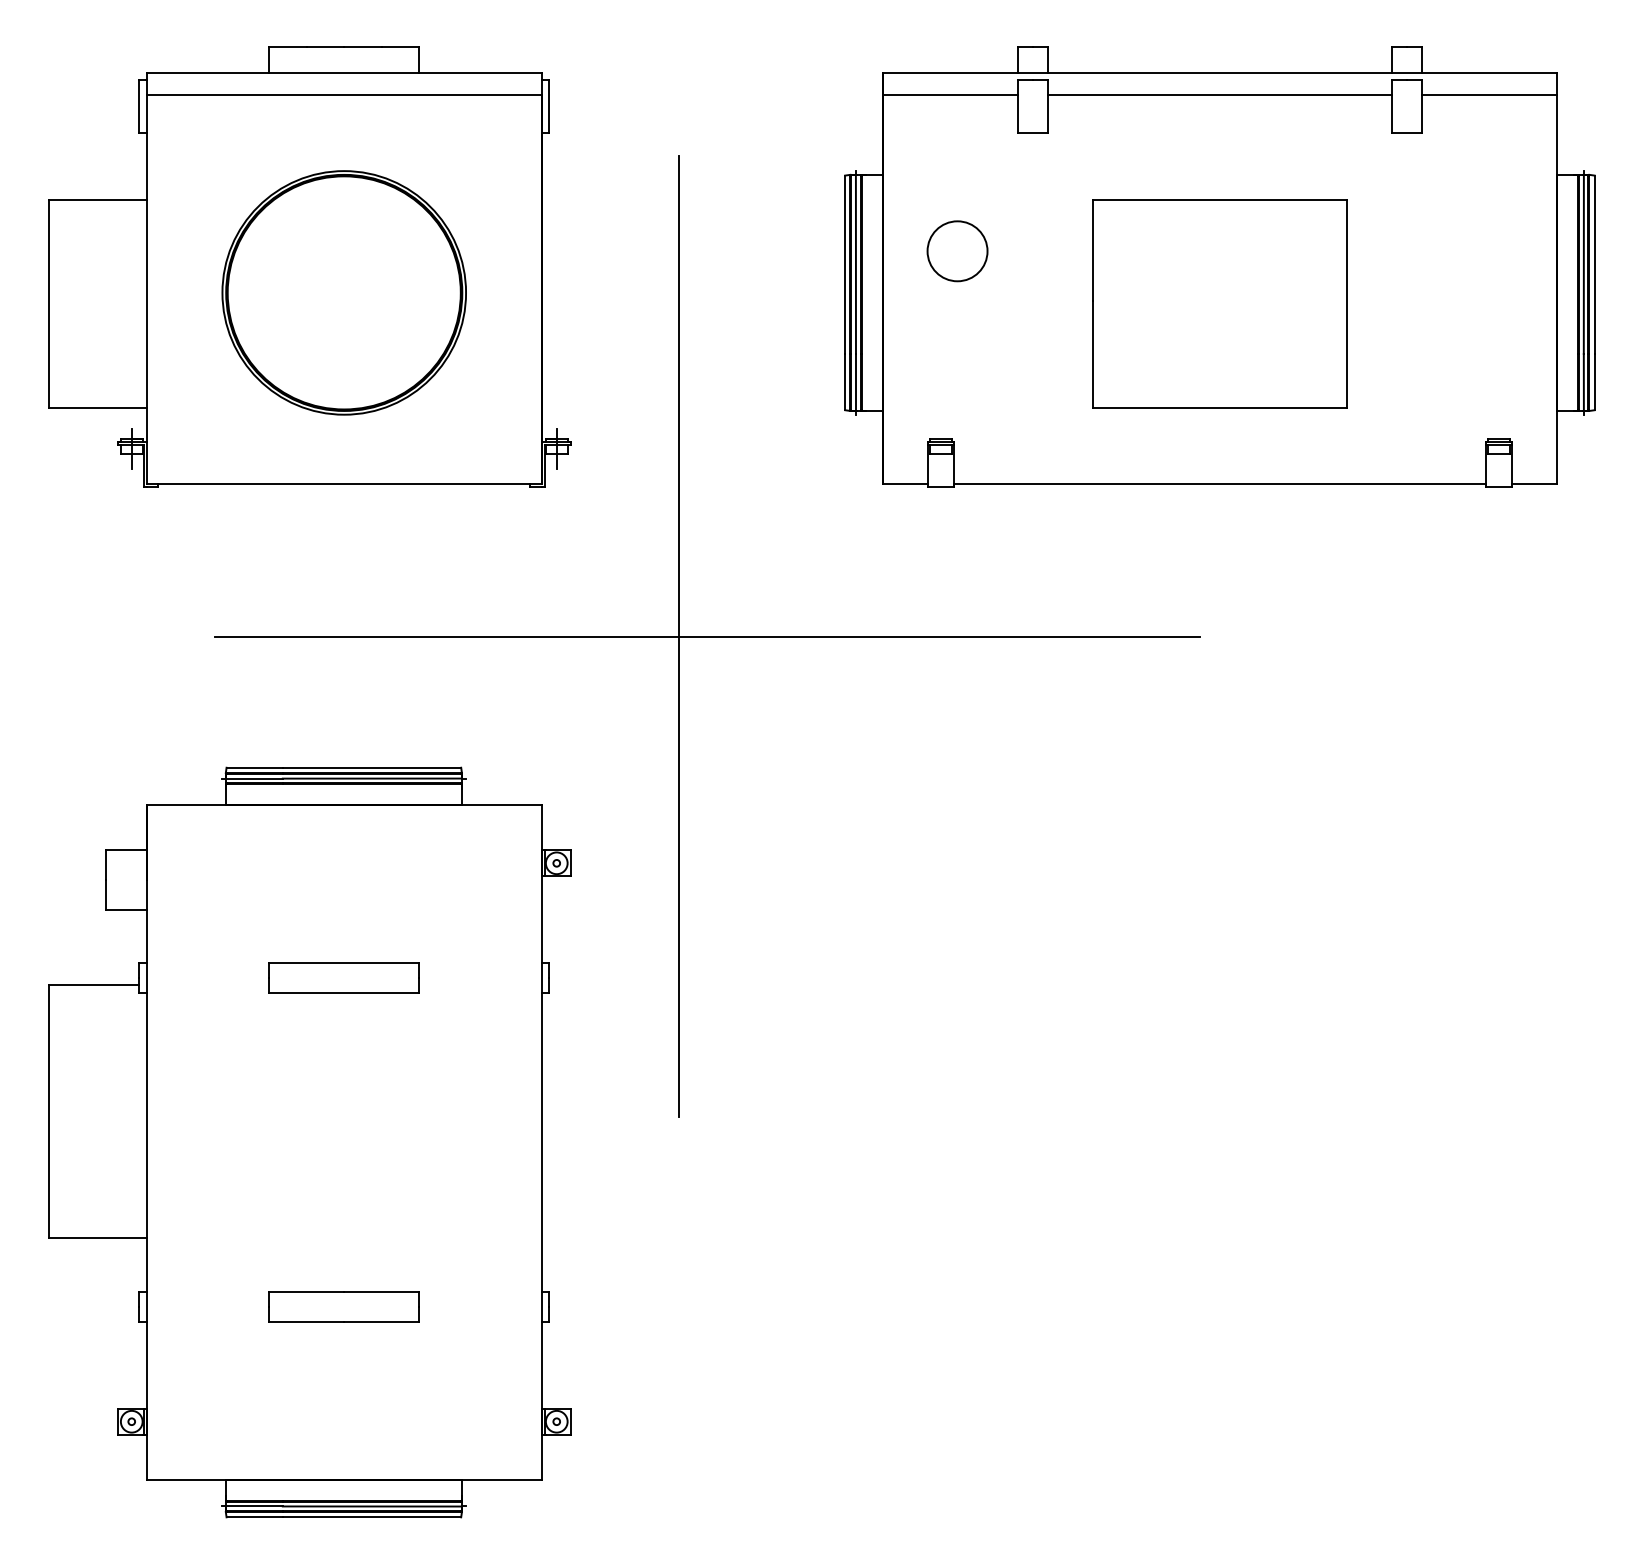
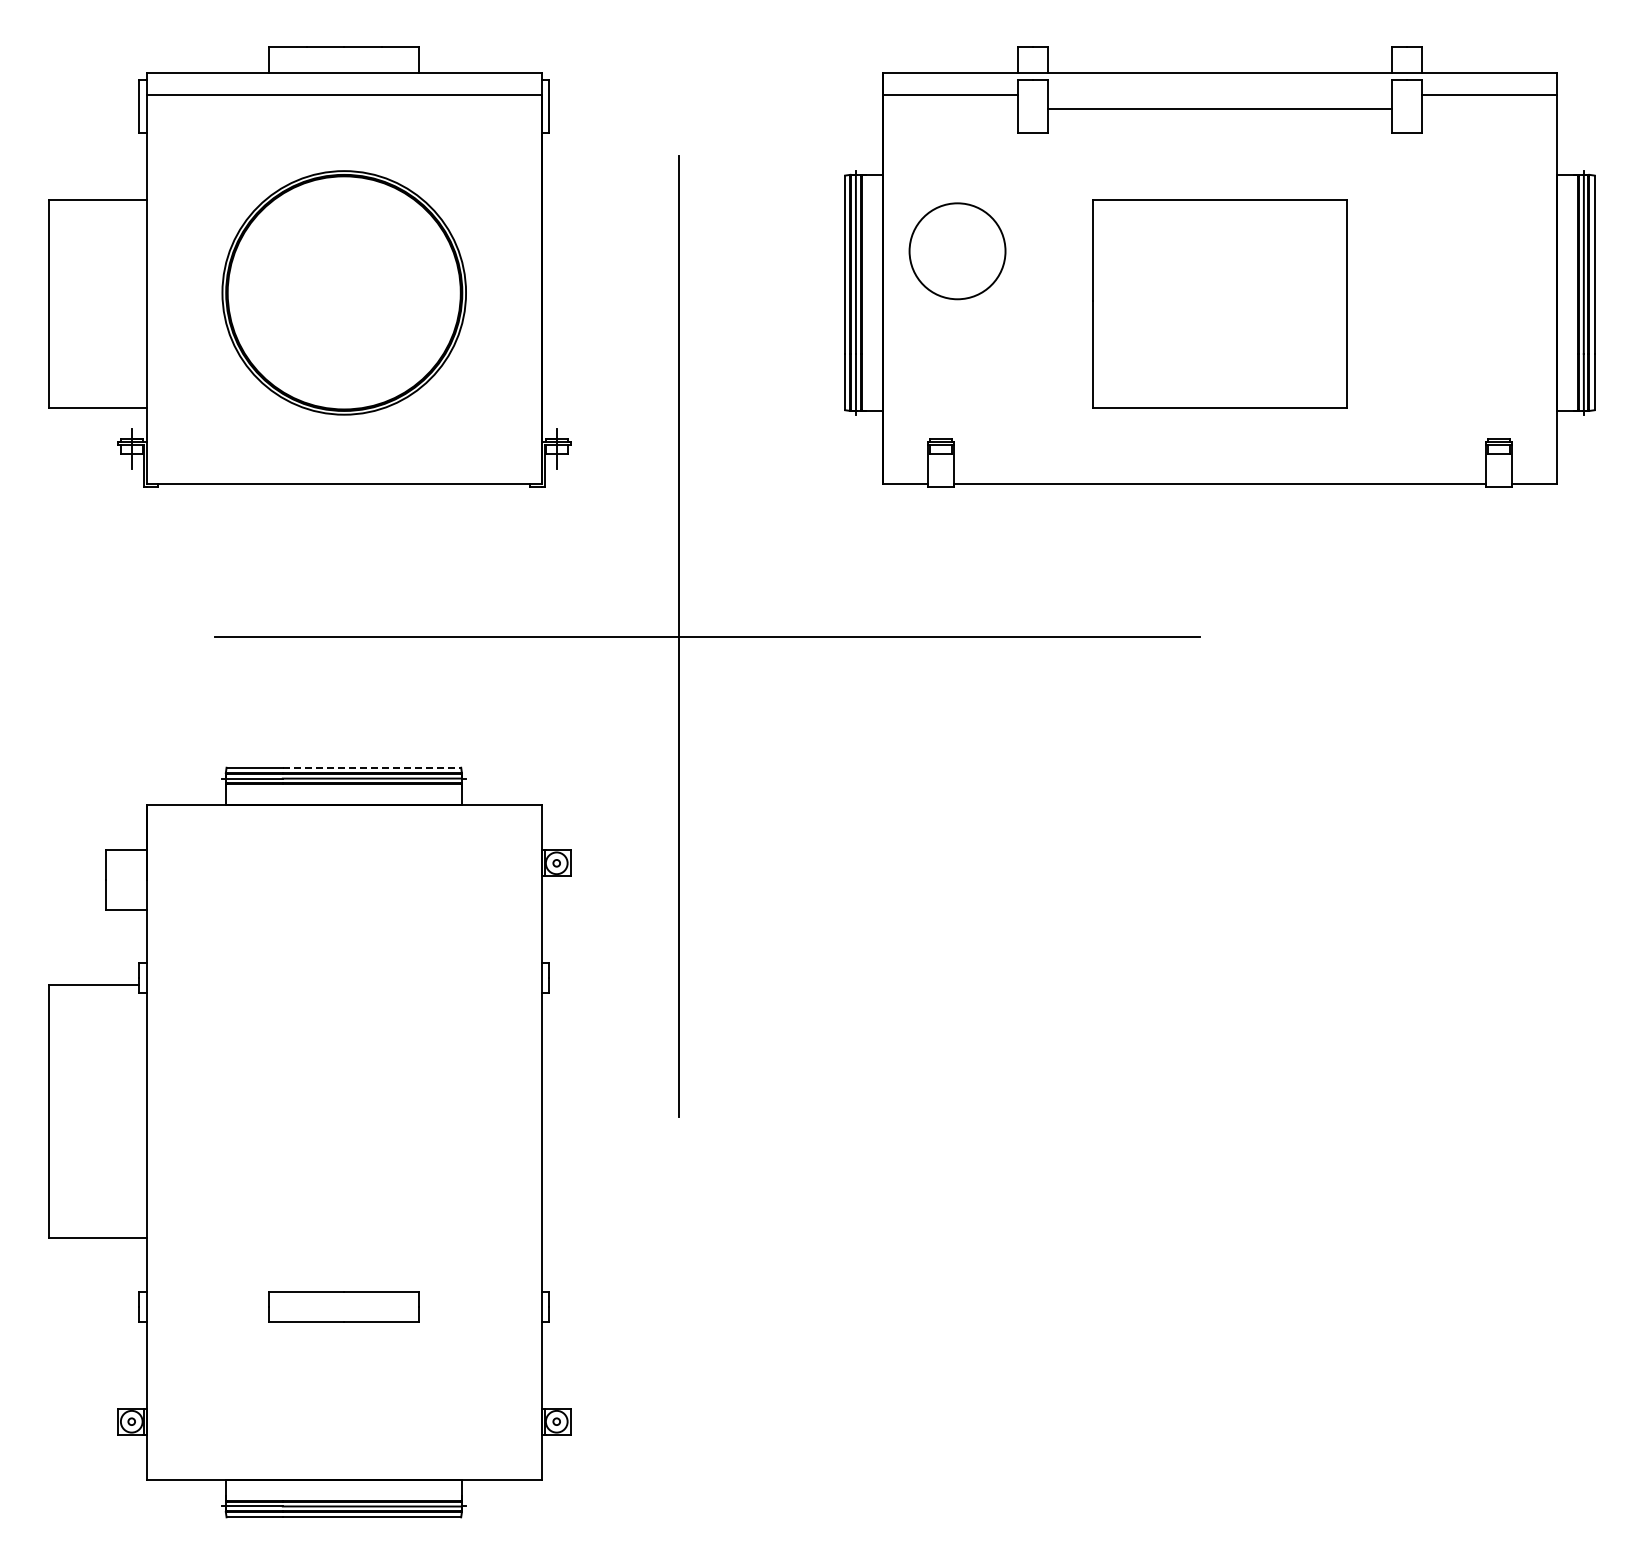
line at (1219, 95) position: (1219, 95) -> (1219, 109)
circle at (957, 251) diameter: 60 px -> 96 px
line at (372, 767): solid -> dashed
part at (343, 977): present -> none
